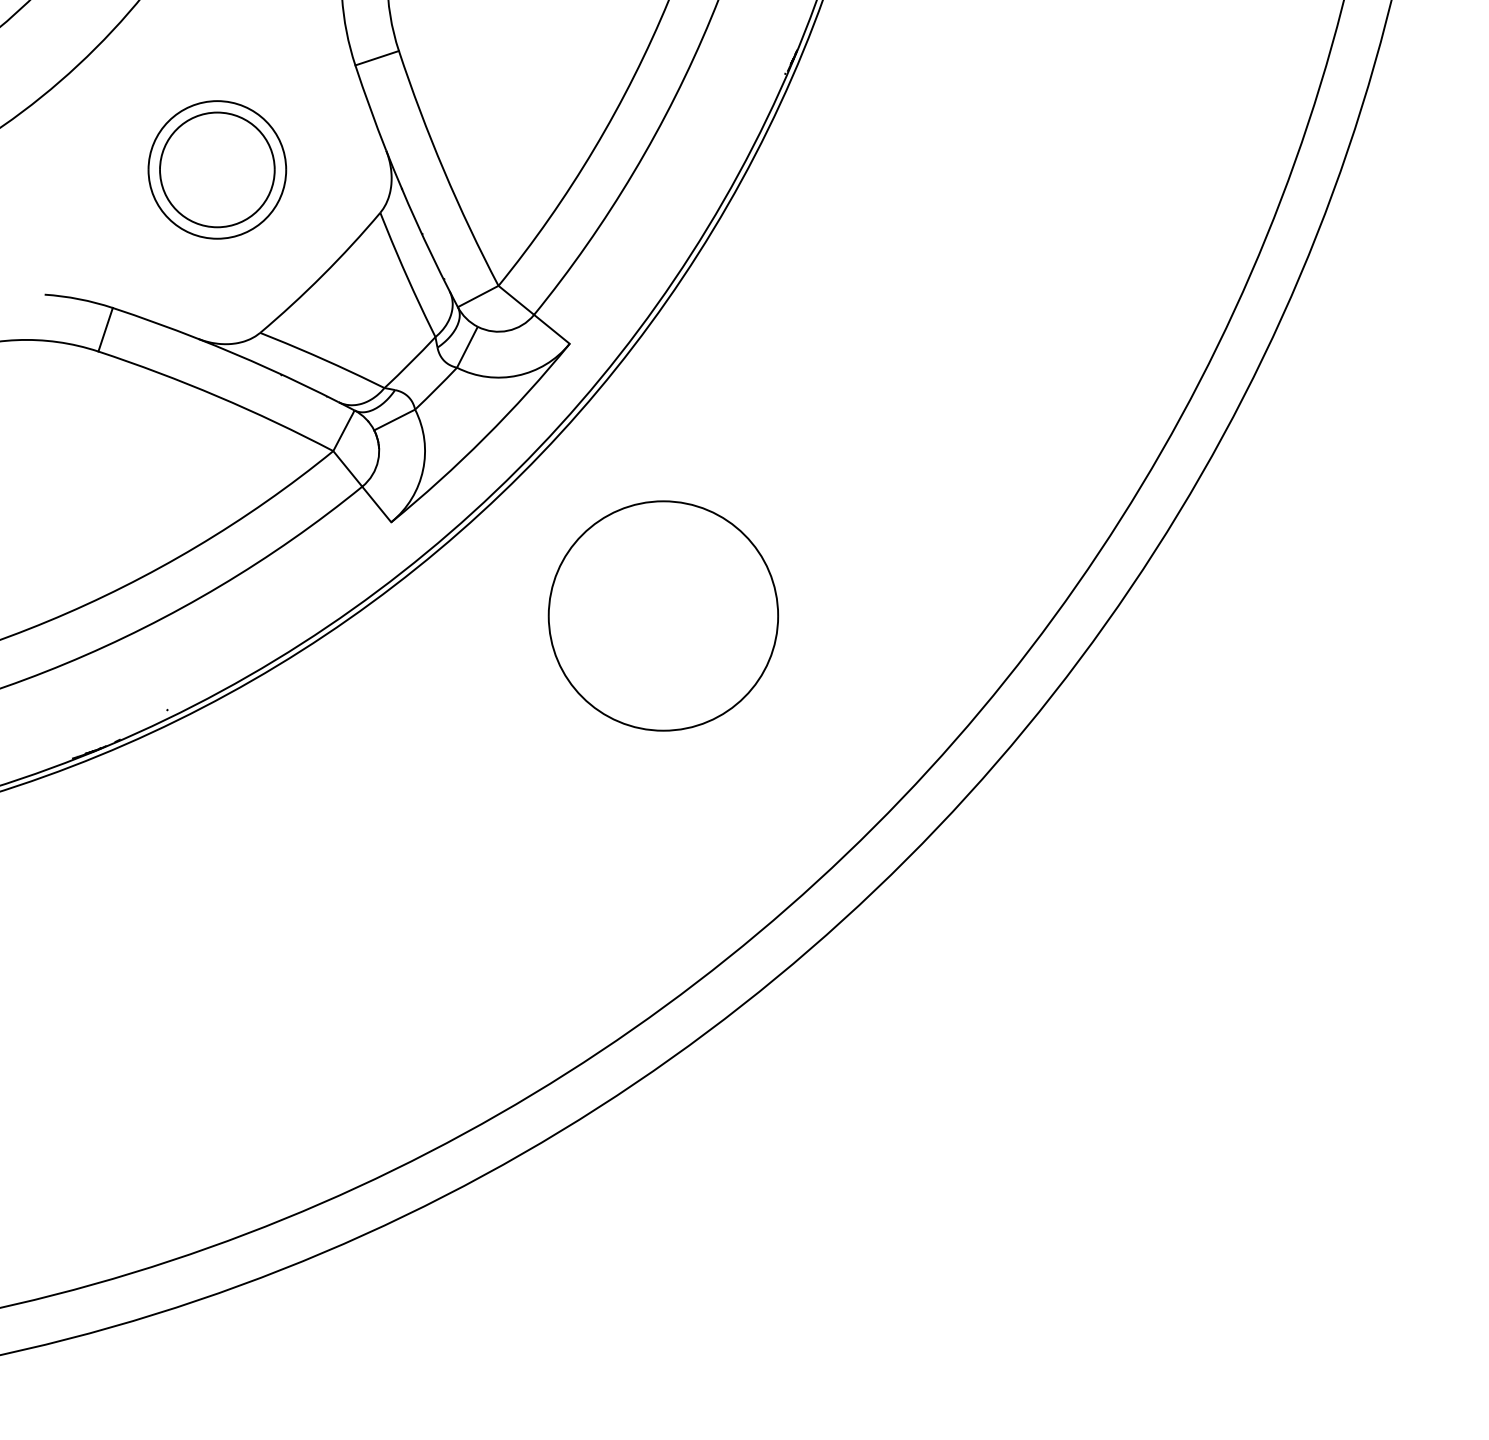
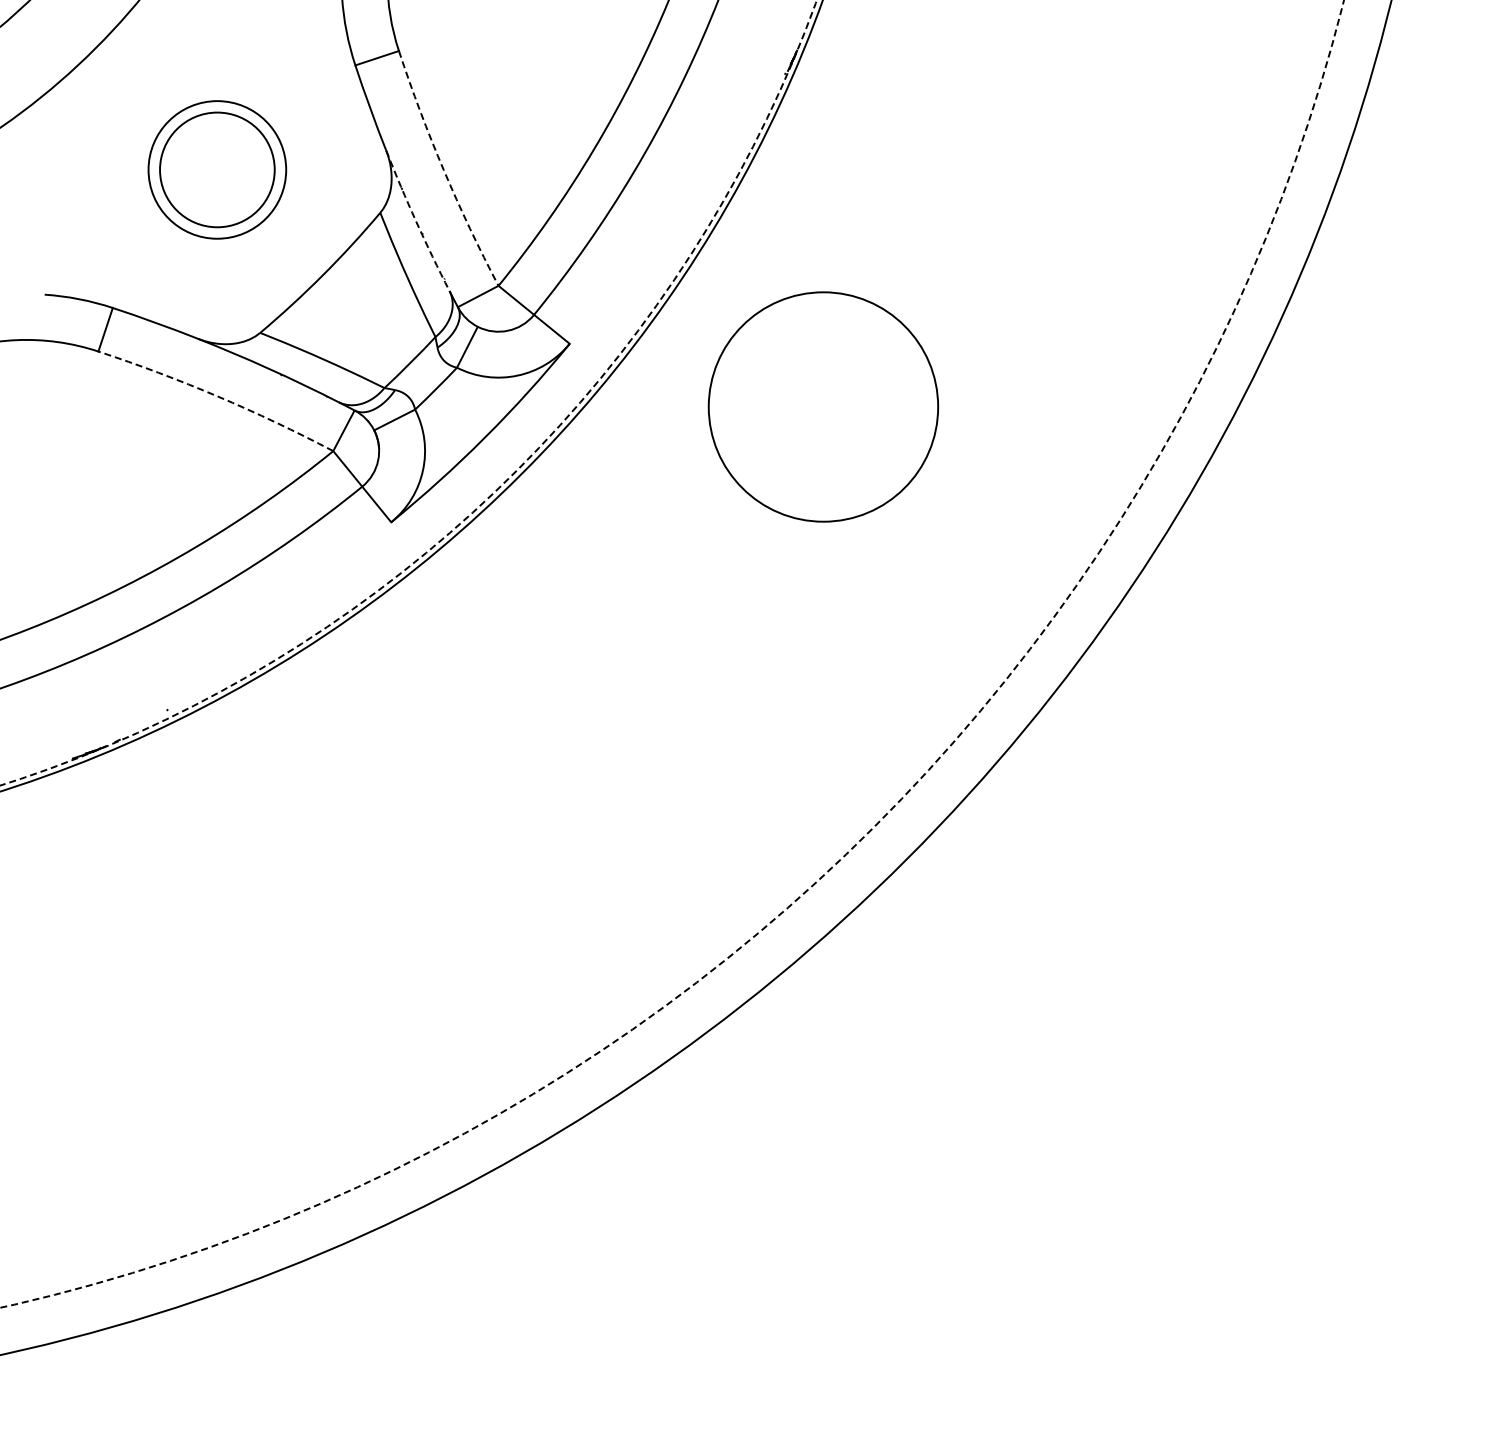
arc at (443, 170): solid -> dashed
arc at (416, 221): solid -> dashed
arc at (217, 396): solid -> dashed
arc at (499, 487): solid -> dashed
part at (663, 615) position: (663, 615) -> (823, 406)
arc at (857, 843): solid -> dashed
